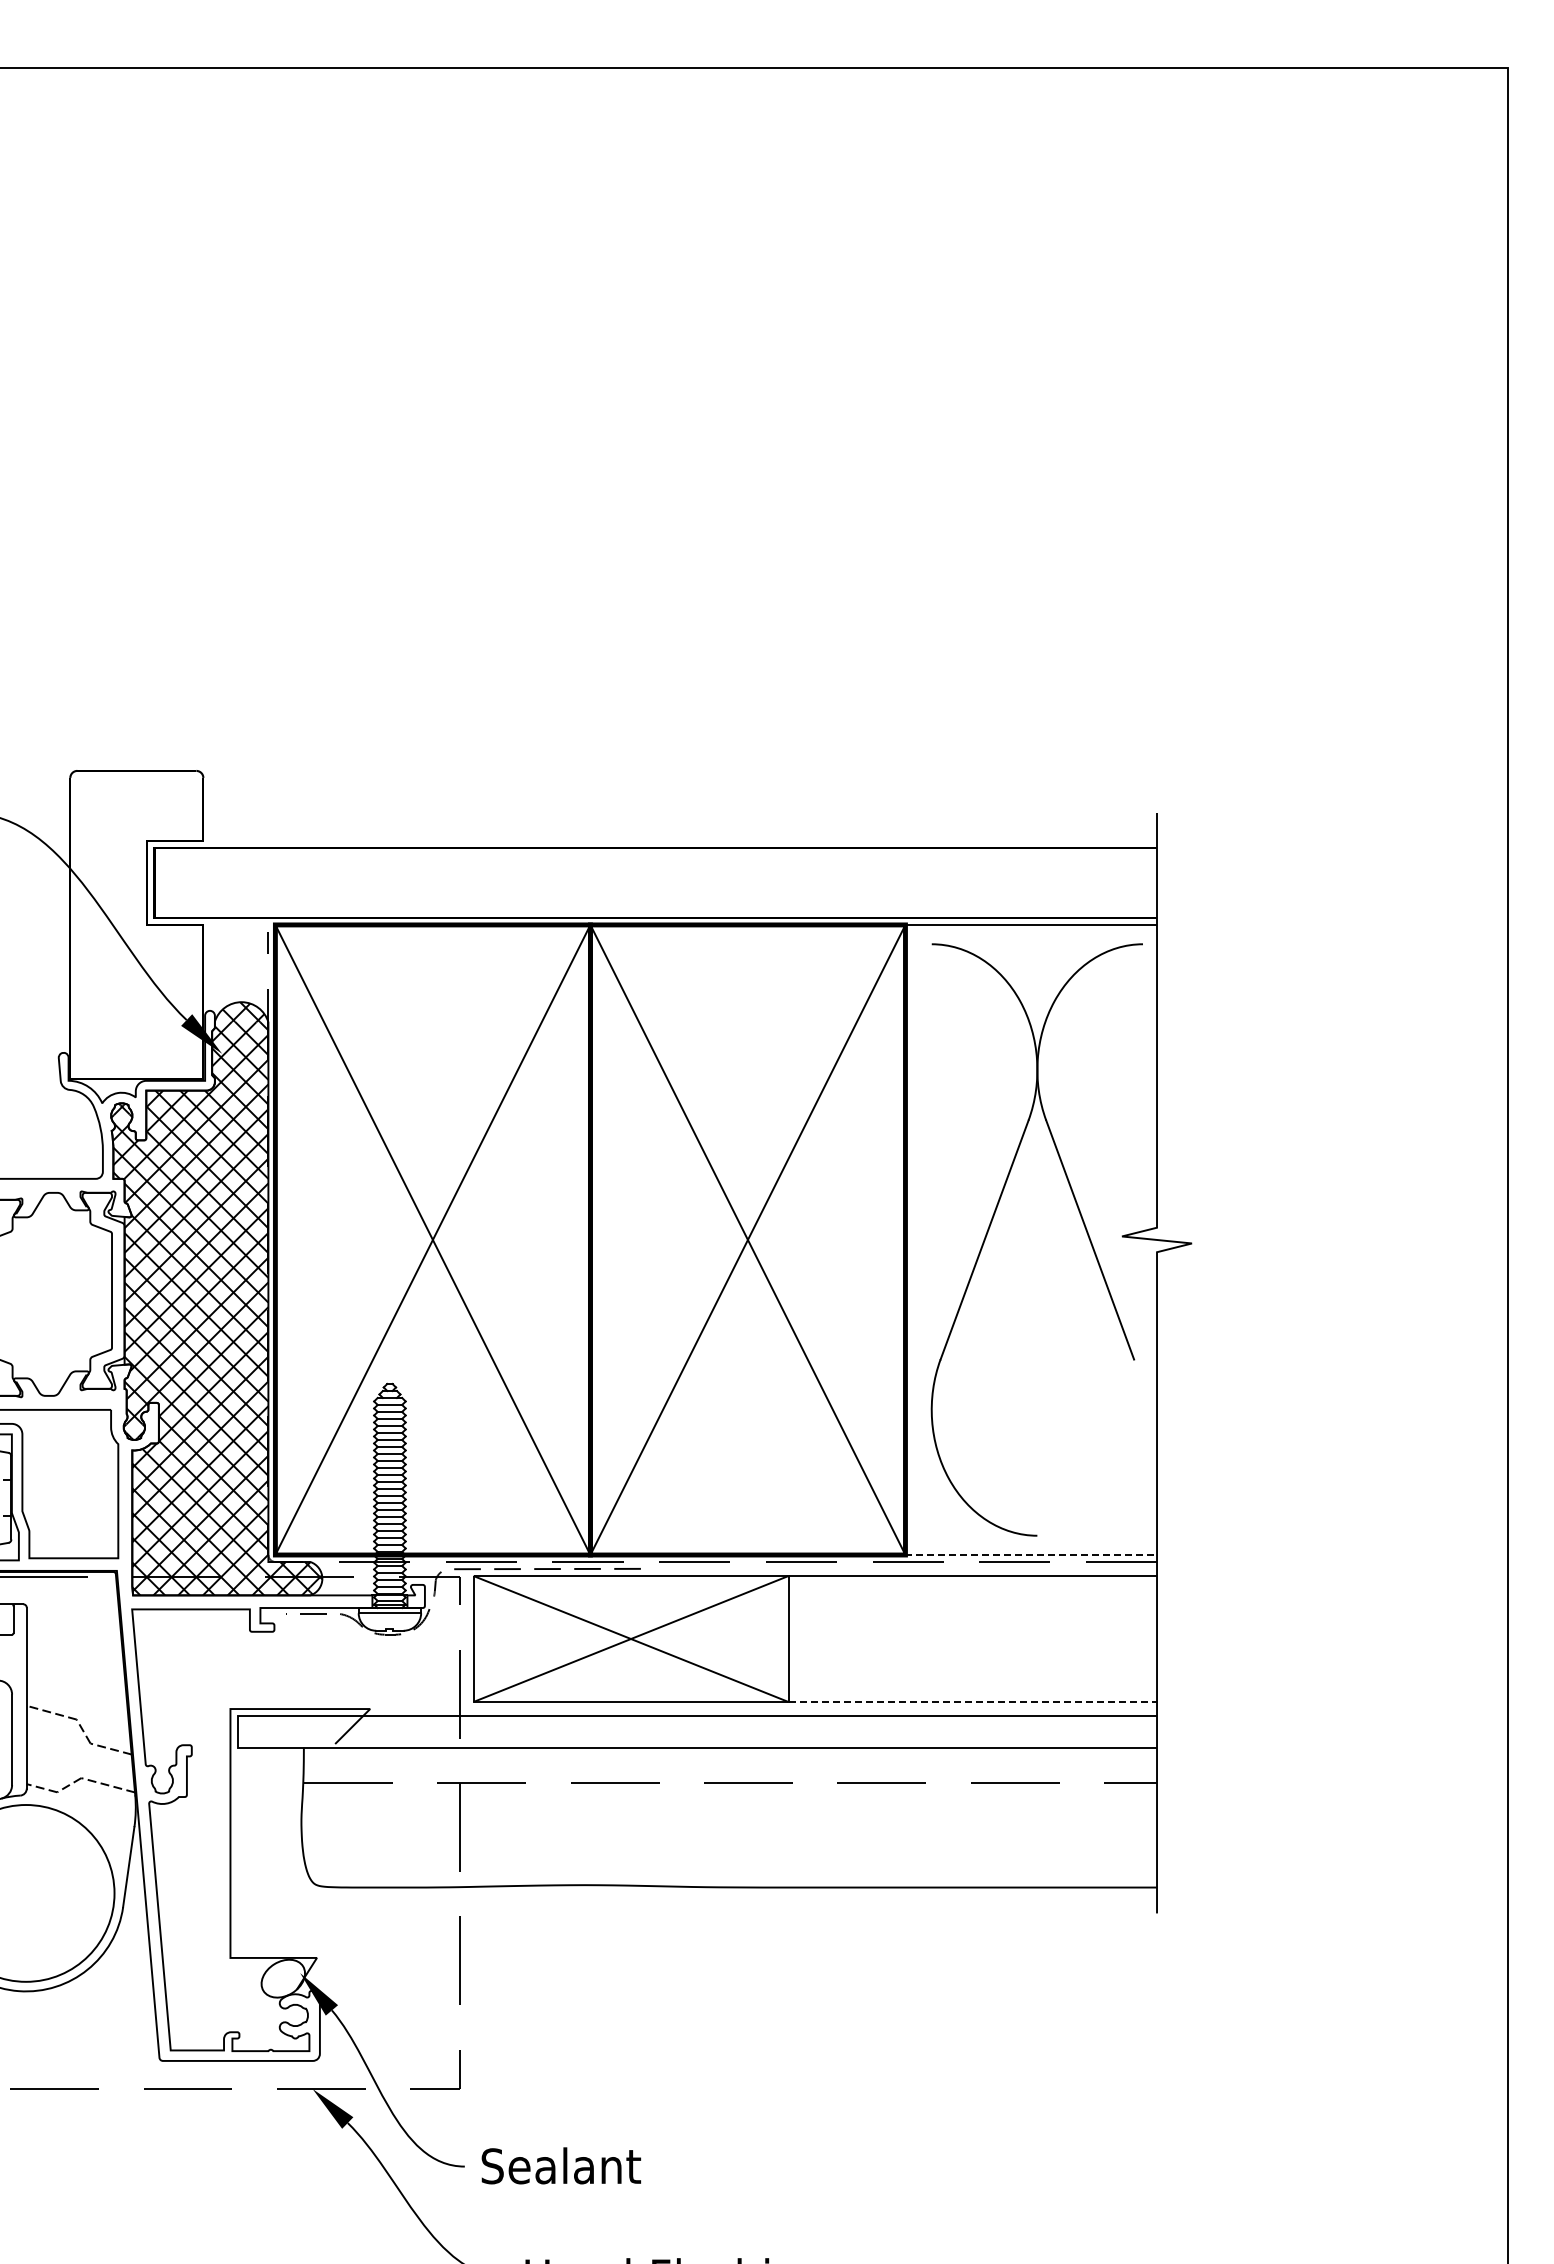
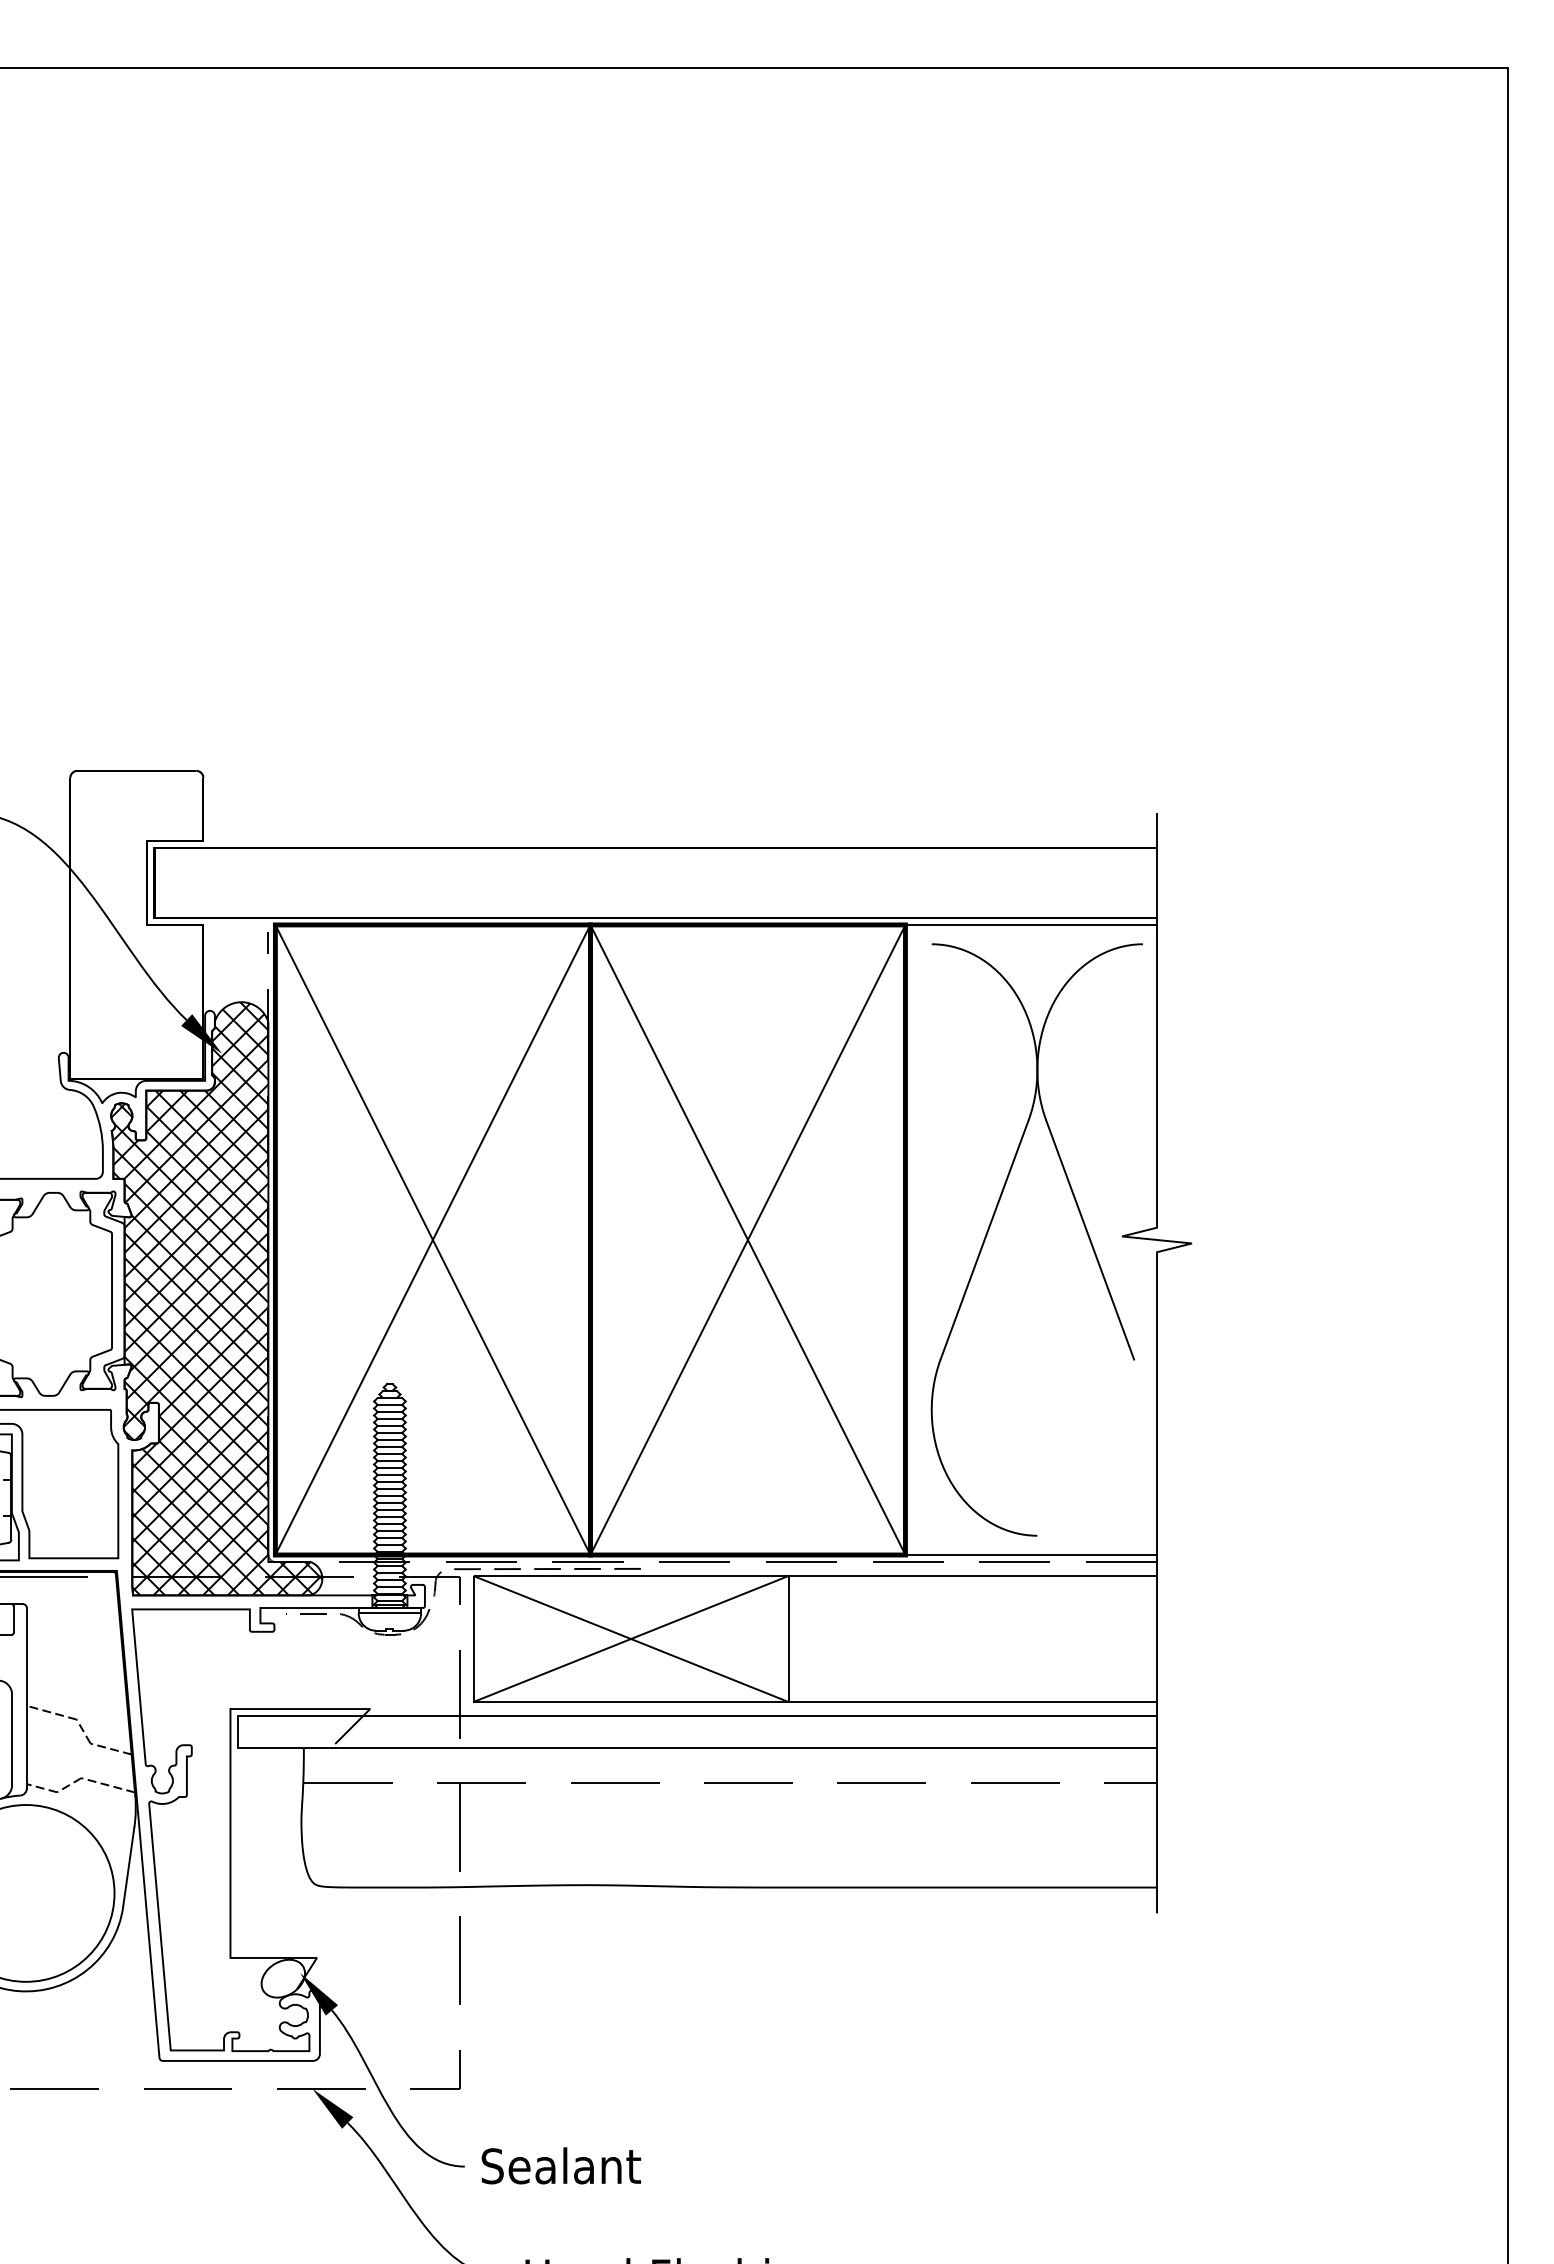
line at (1031, 1555): dashed -> solid
line at (973, 1702): dashed -> solid
